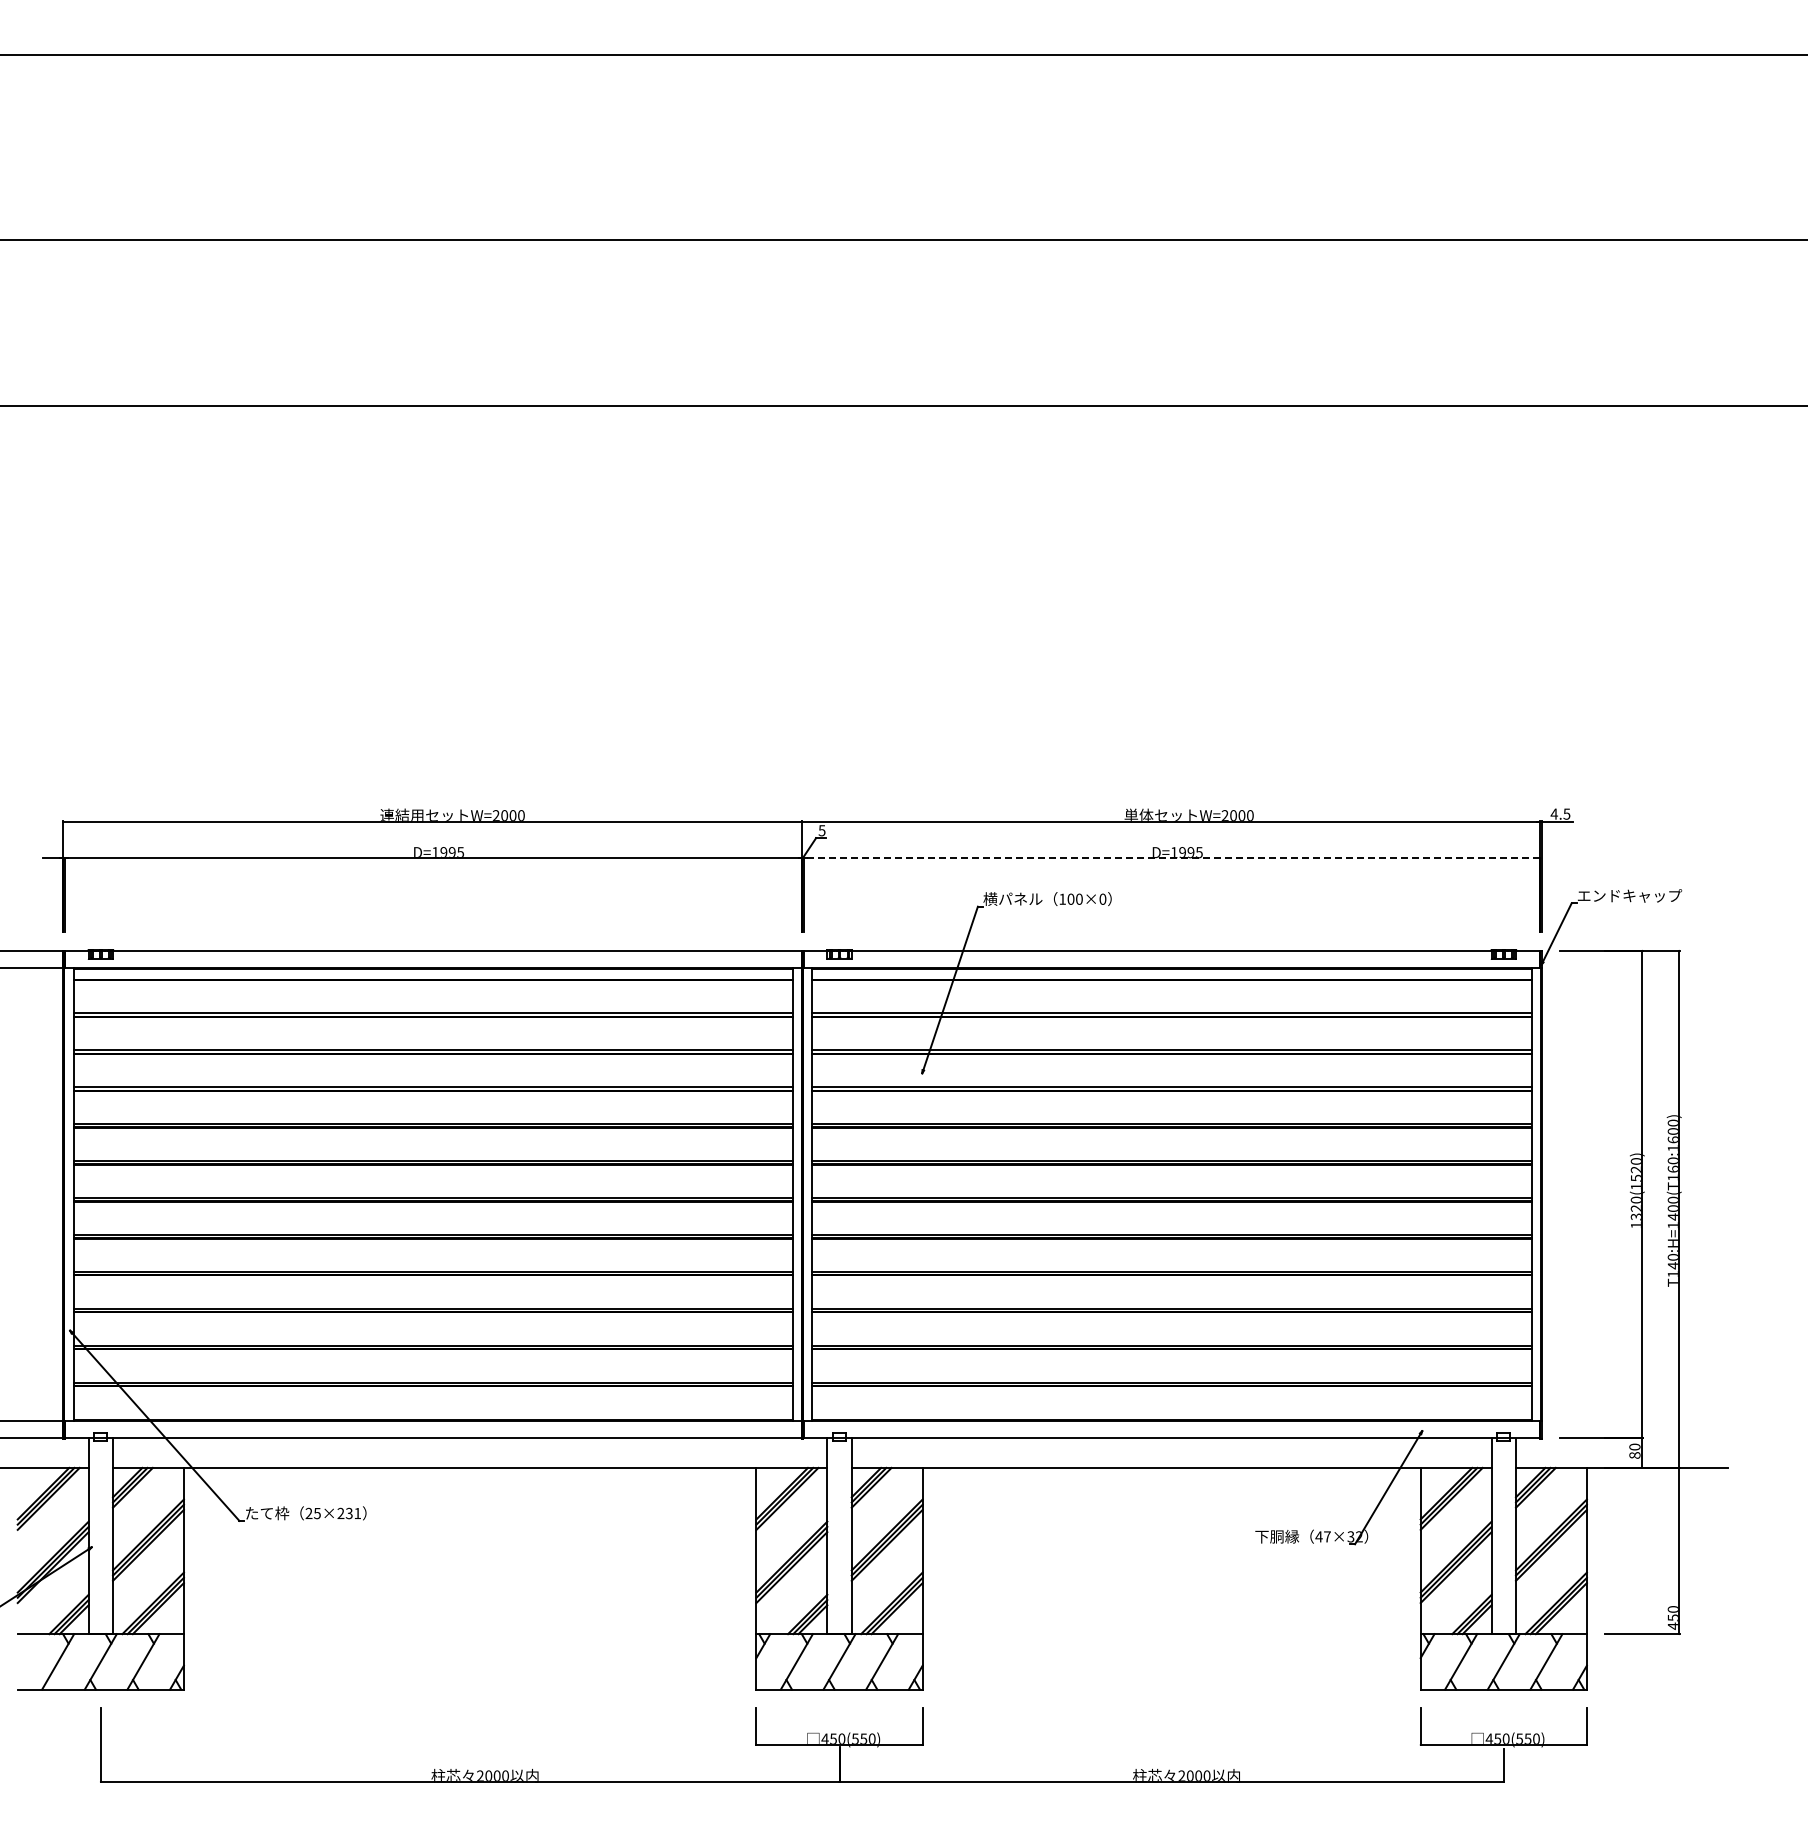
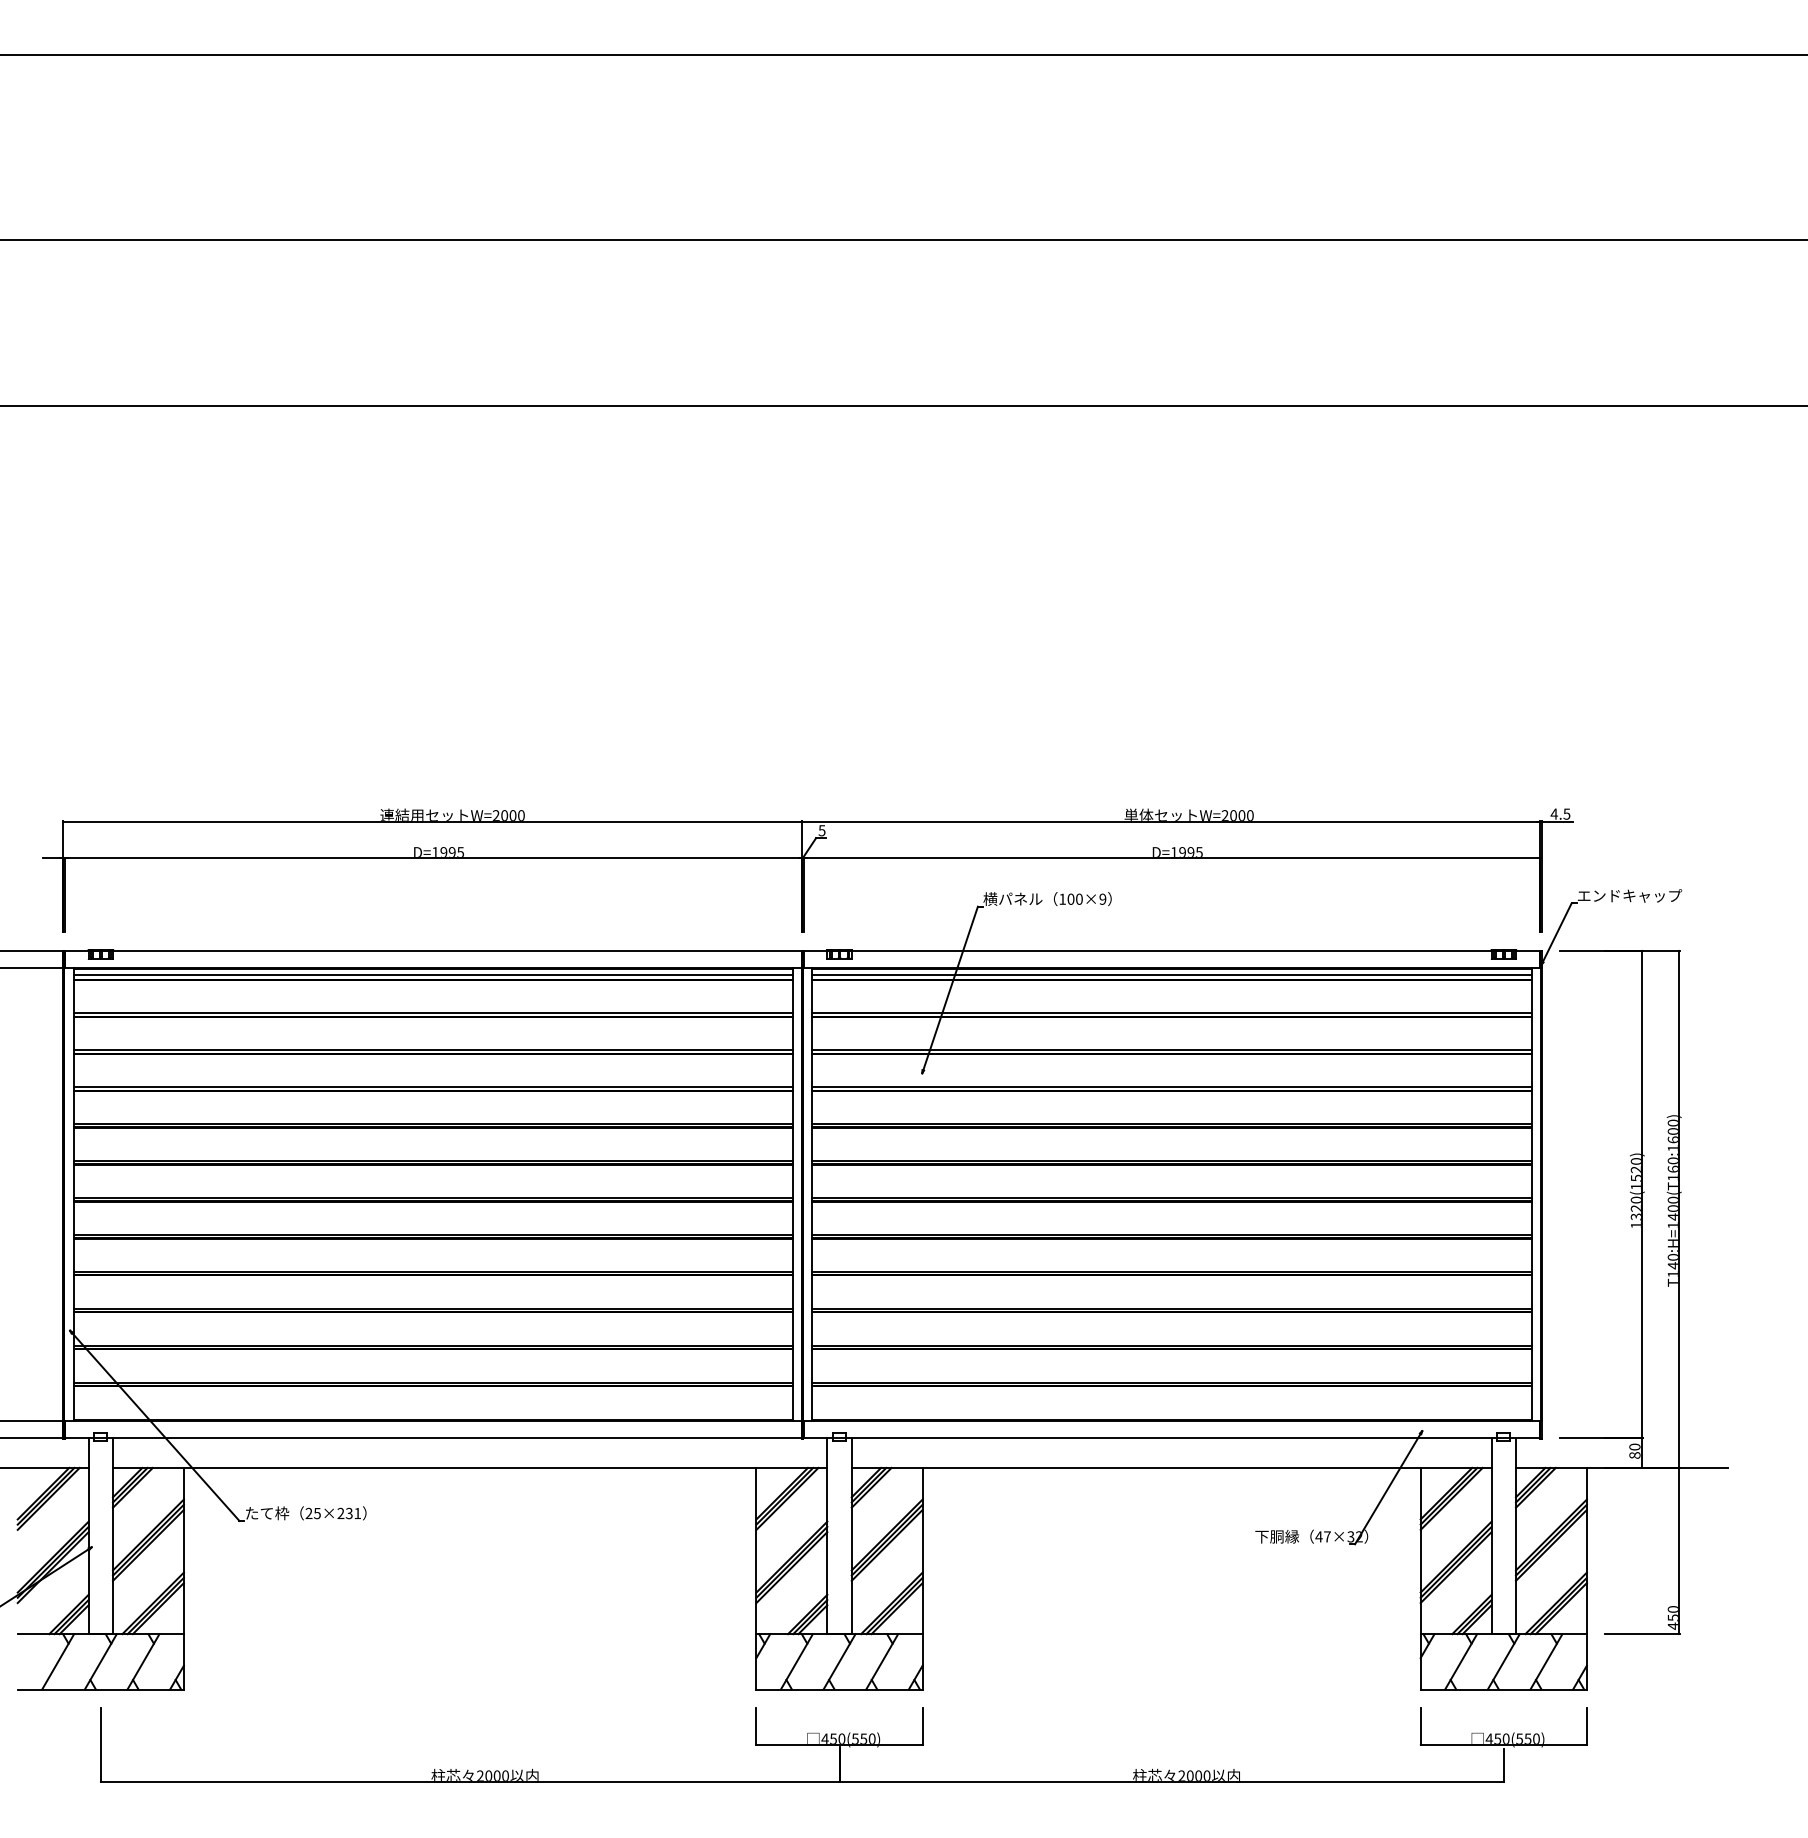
line at (1171, 858): dashed -> solid
text at (1102, 898): 100×0 -> 100×9
line at (432, 974): none -> present
line at (1171, 974): none -> present
